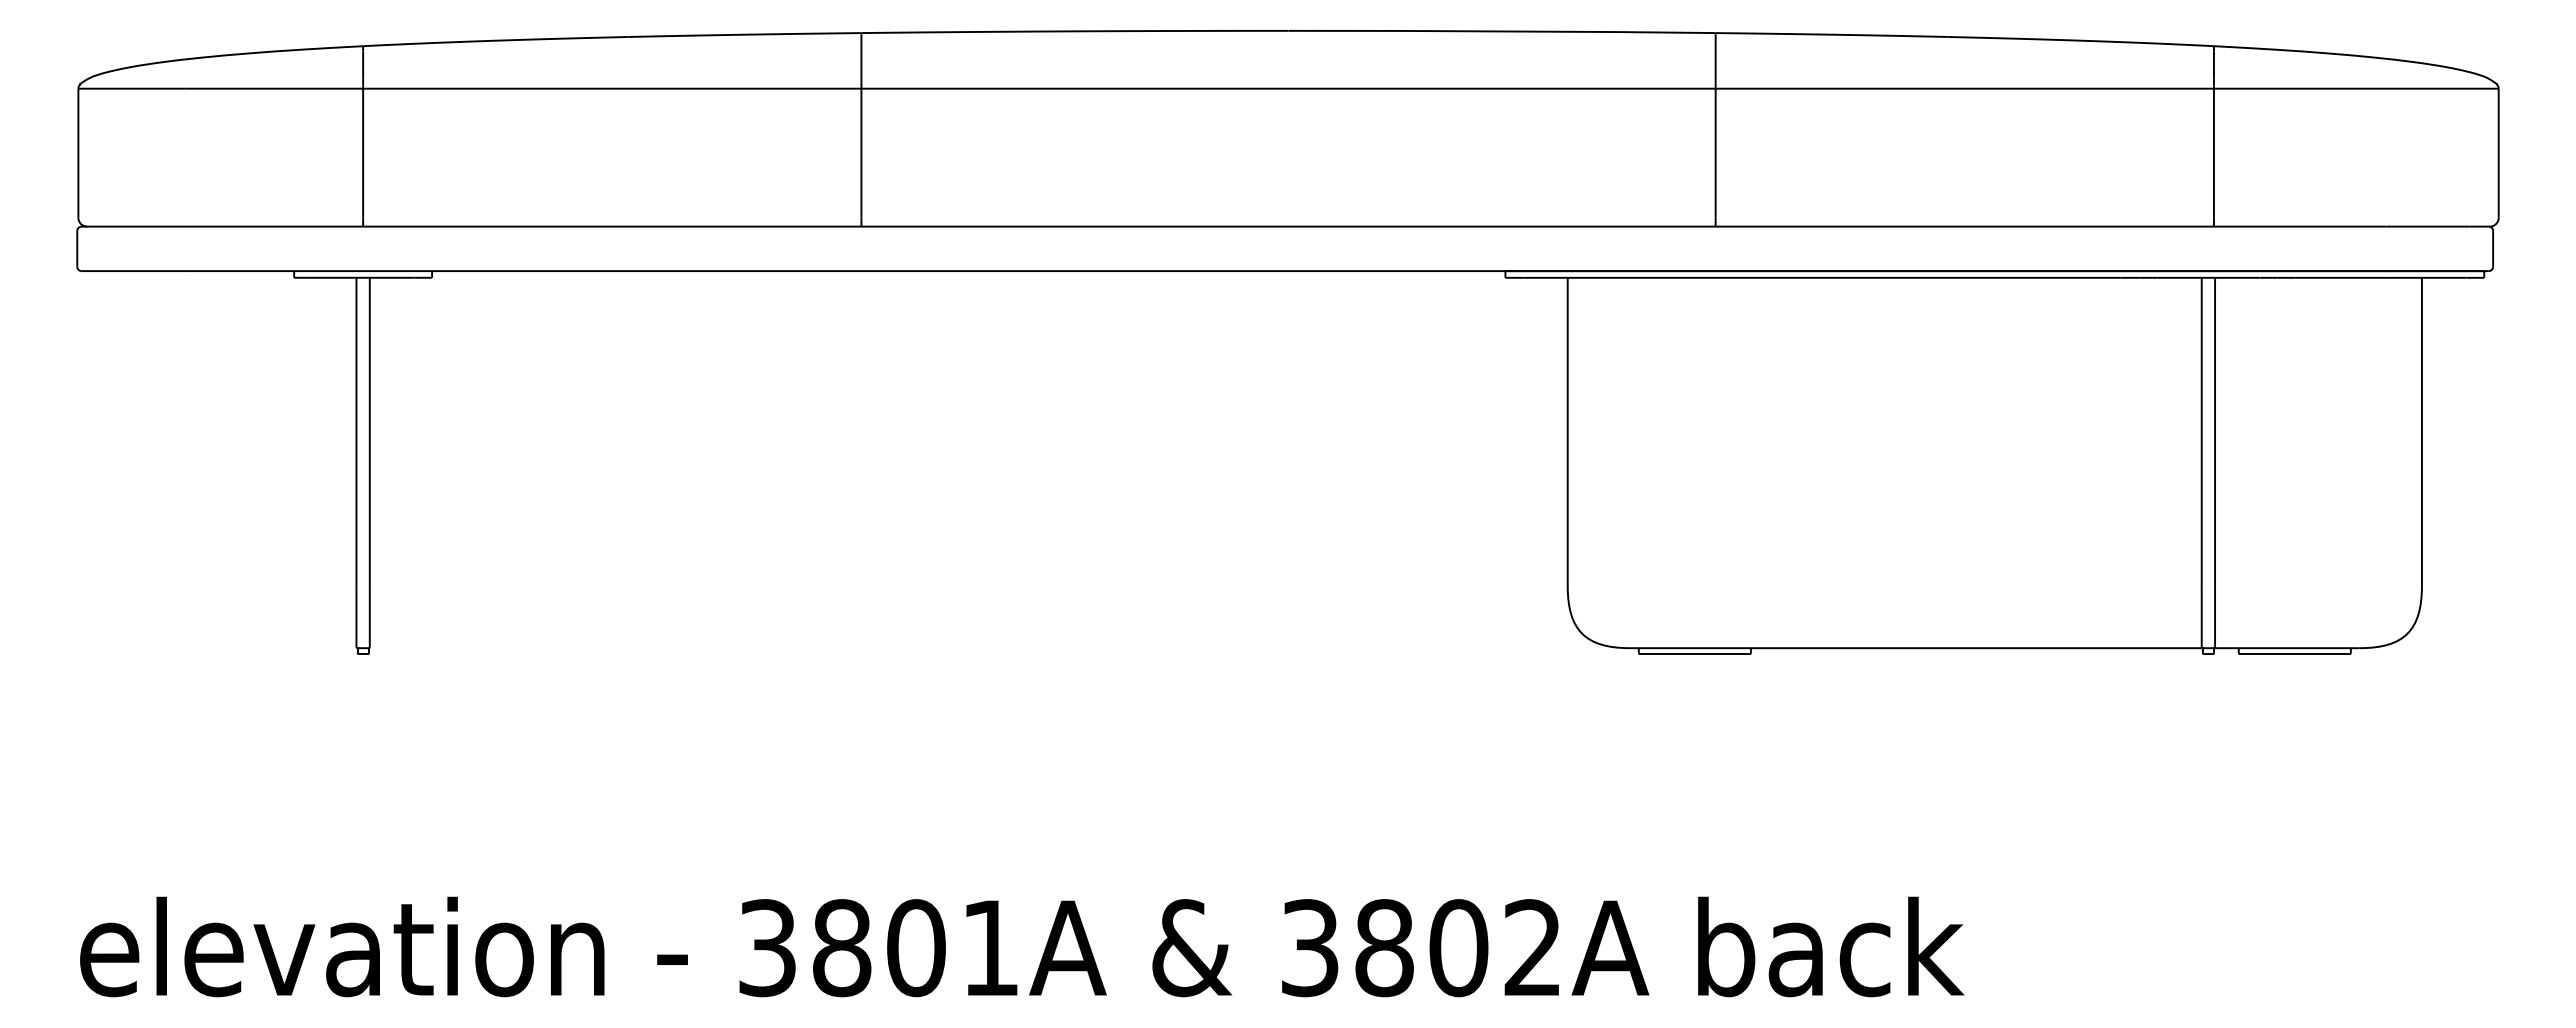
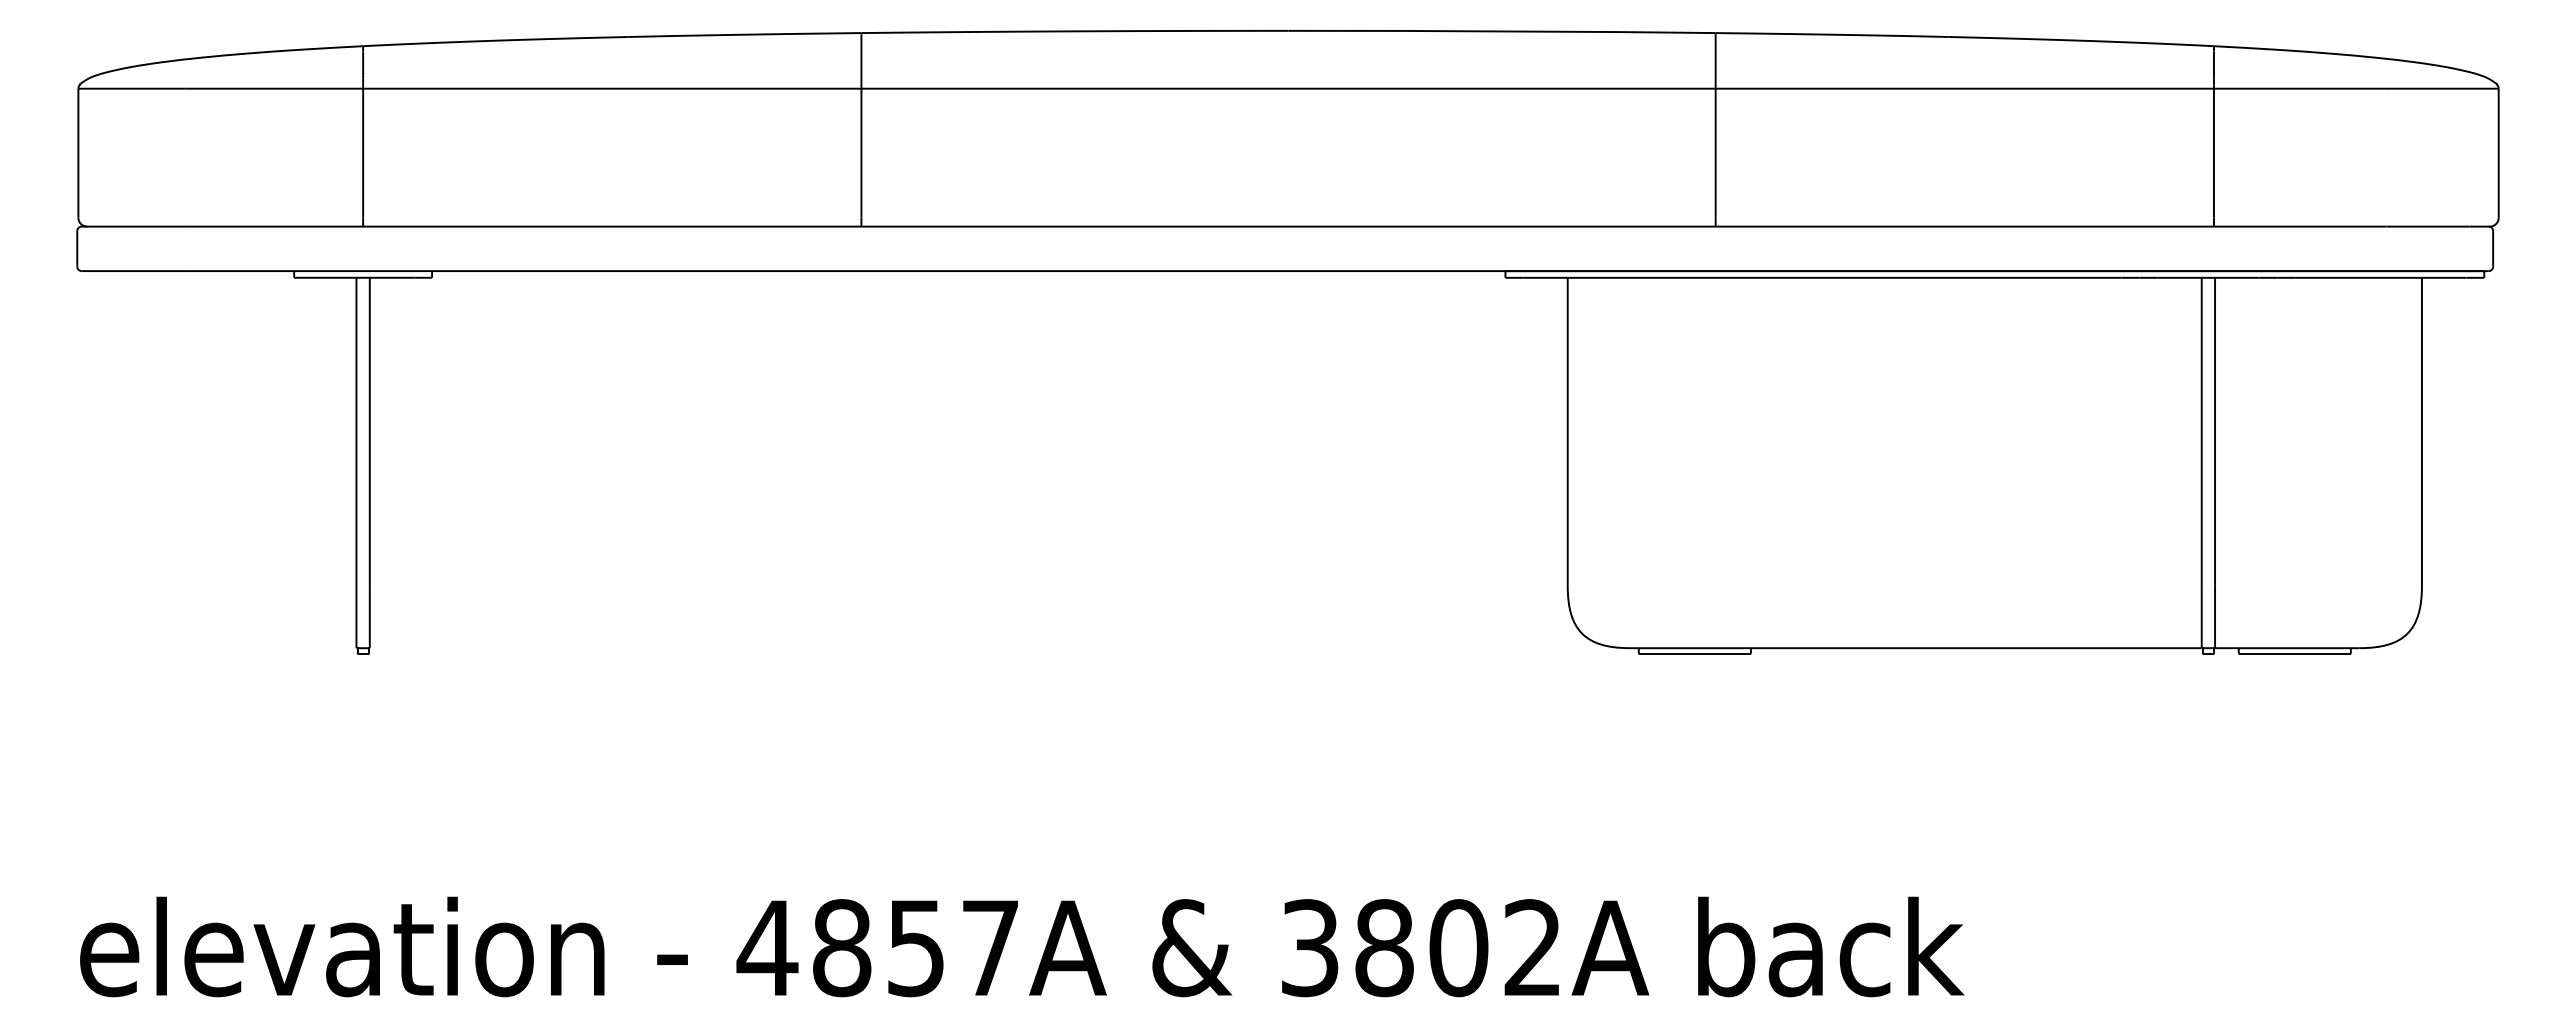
text at (876, 948): 3801A -> 4857A
